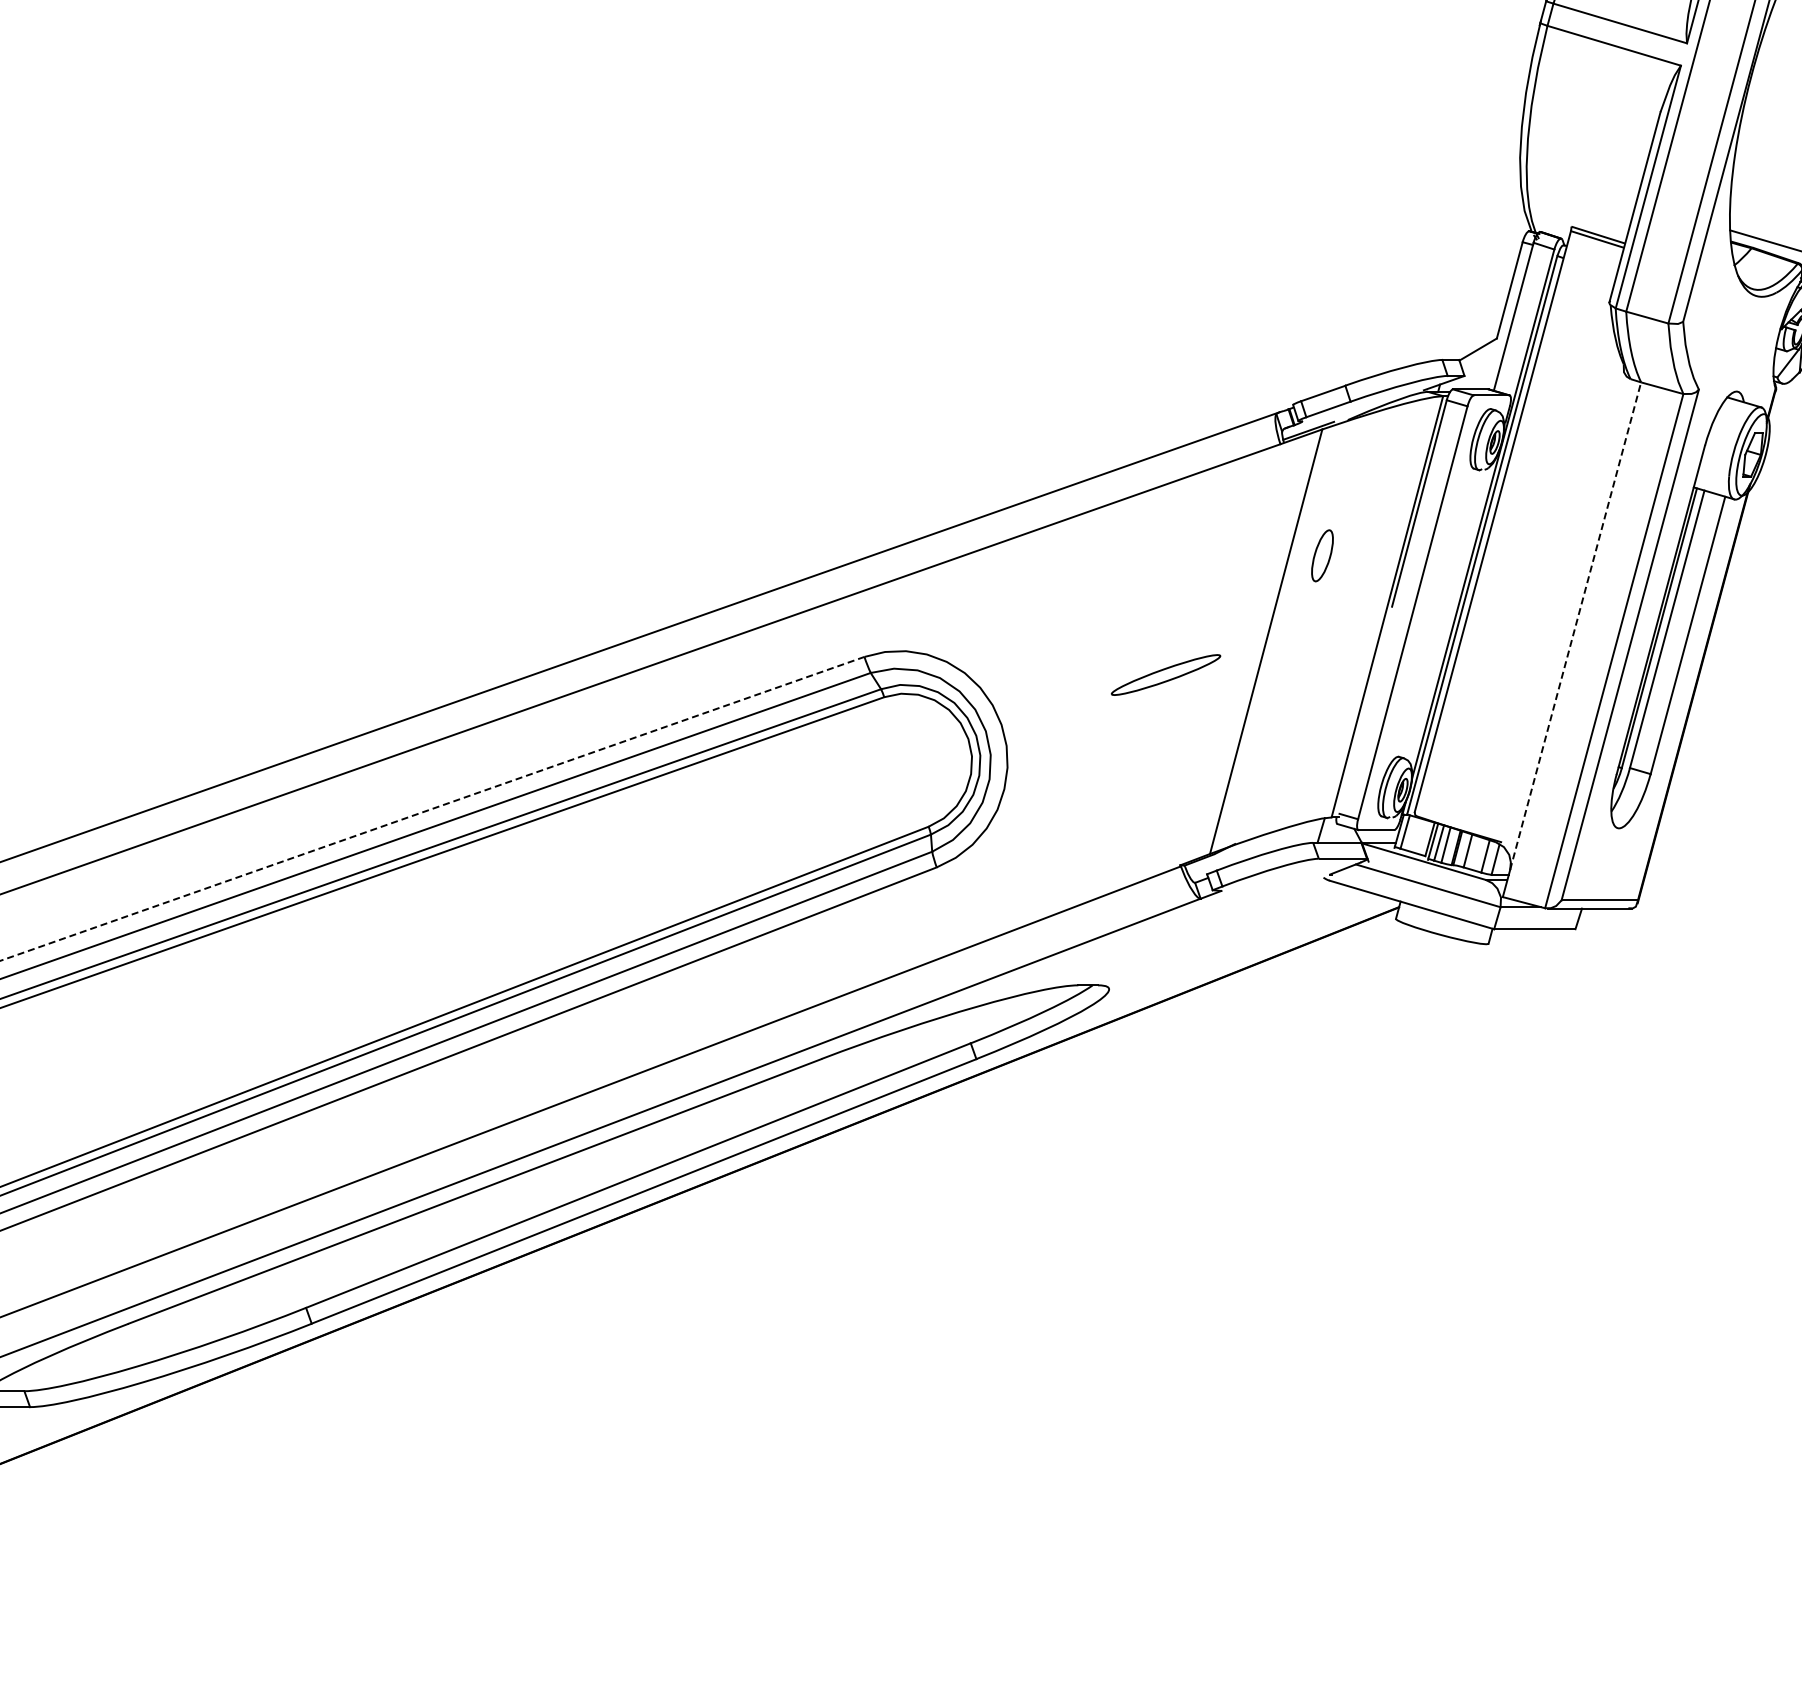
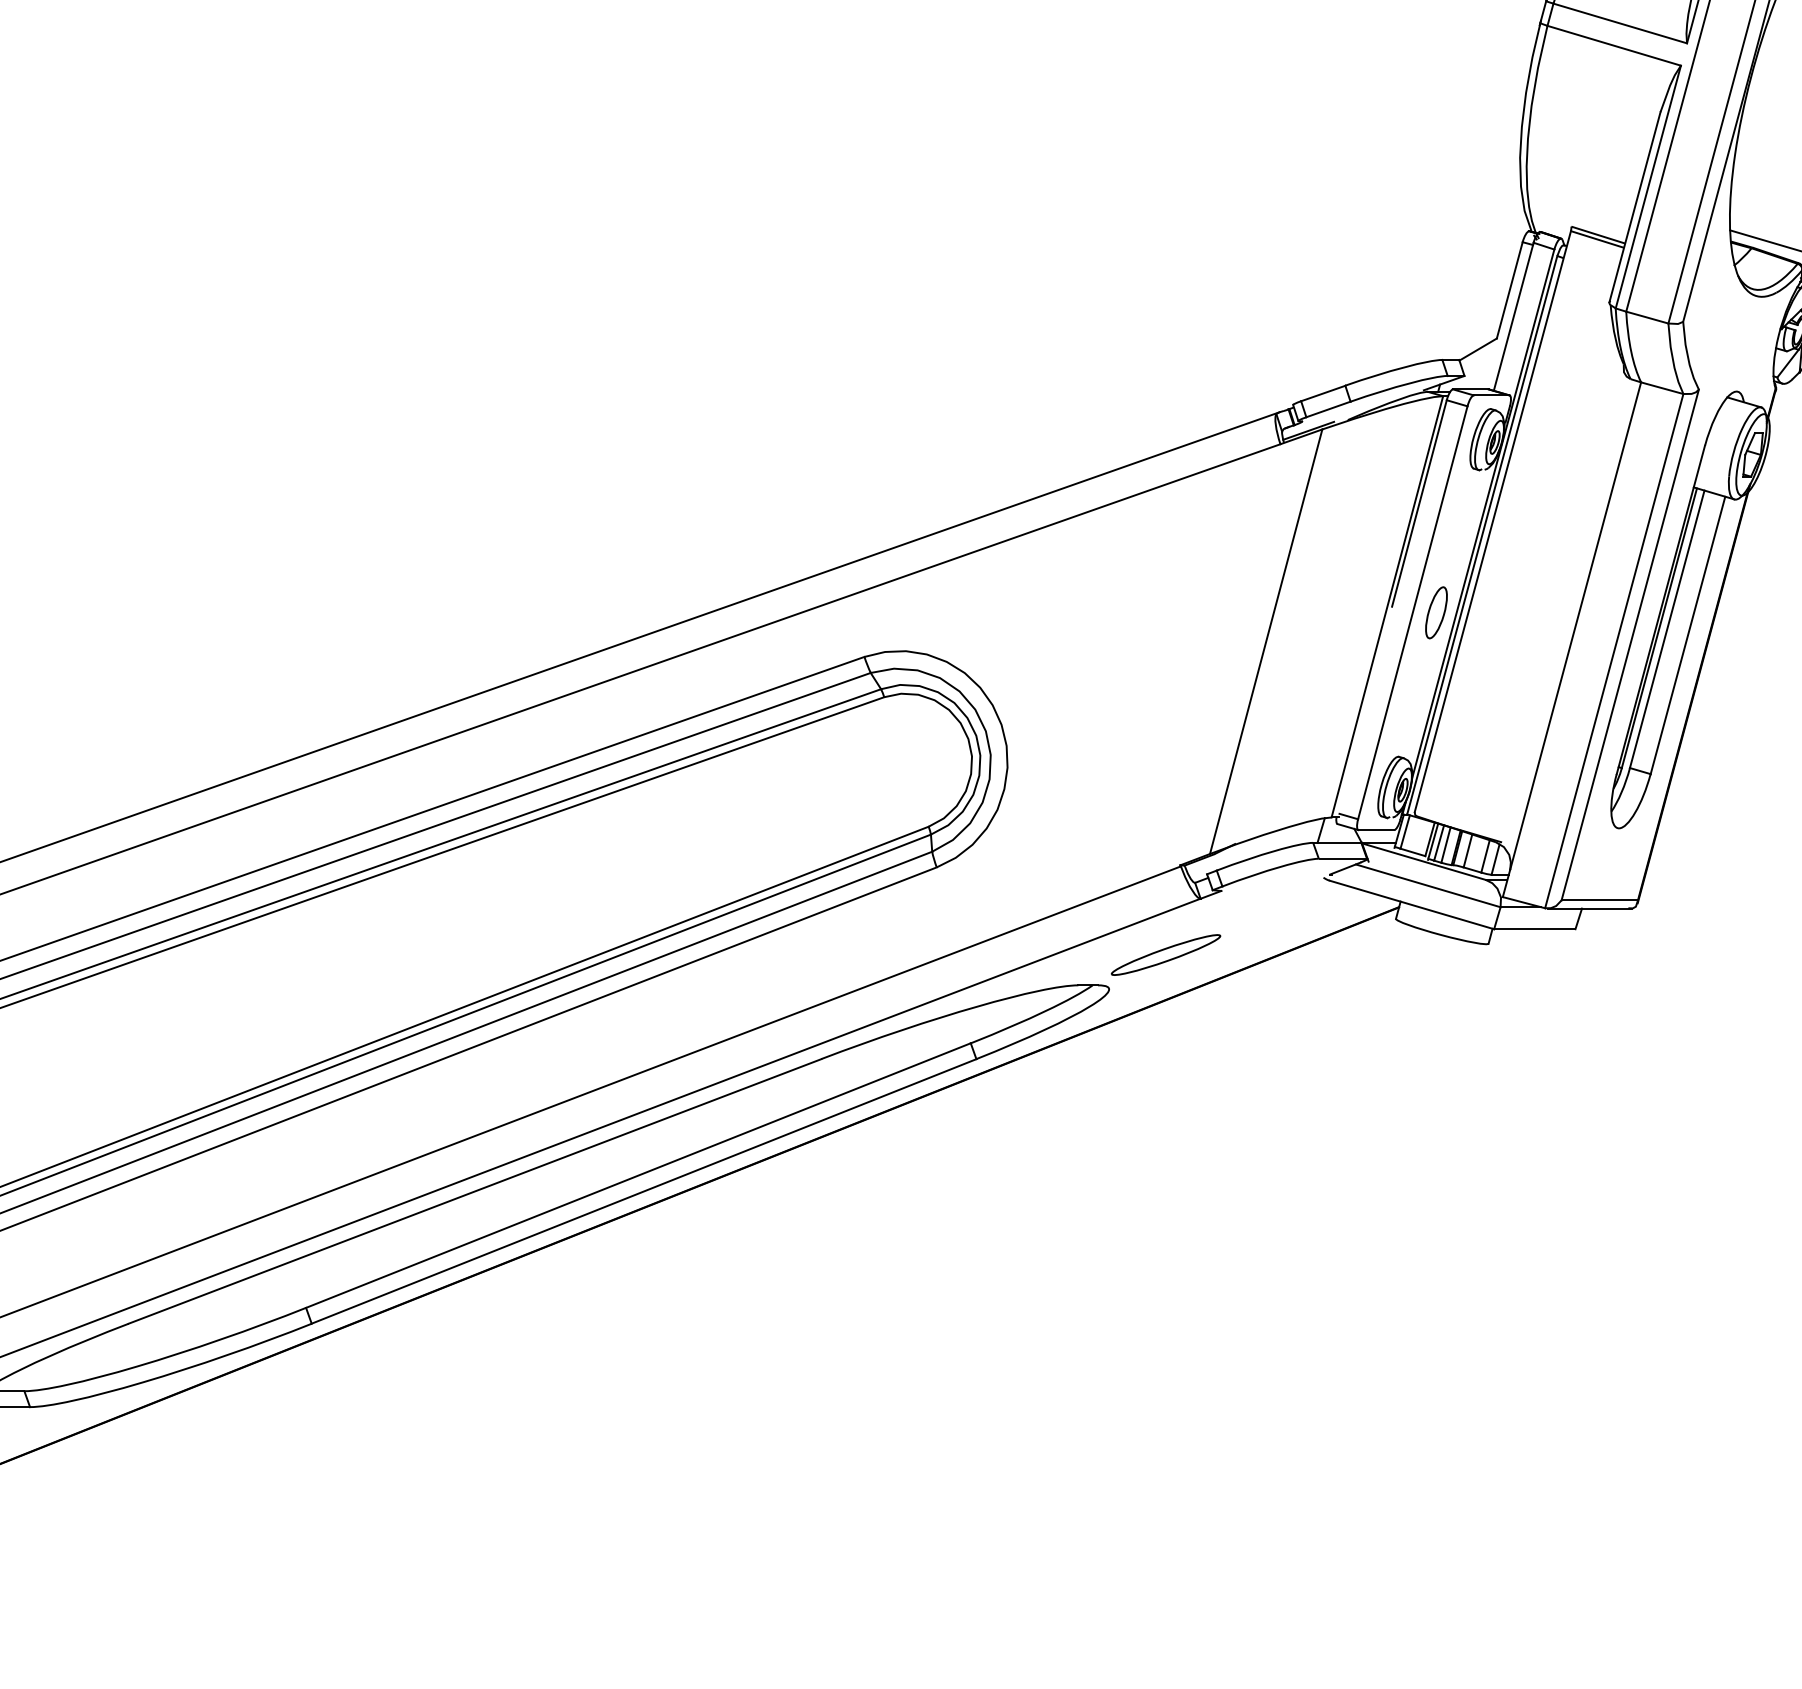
part at (1322, 555) position: (1322, 555) -> (1436, 612)
line at (1575, 625): dashed -> solid
part at (1165, 674) position: (1165, 674) -> (1165, 954)
line at (432, 808): dashed -> solid
